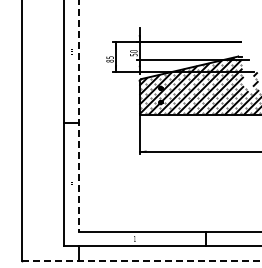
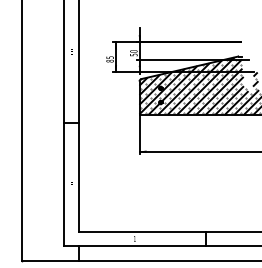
line at (78, 116): dashed -> solid
line at (141, 260): dashed -> solid
